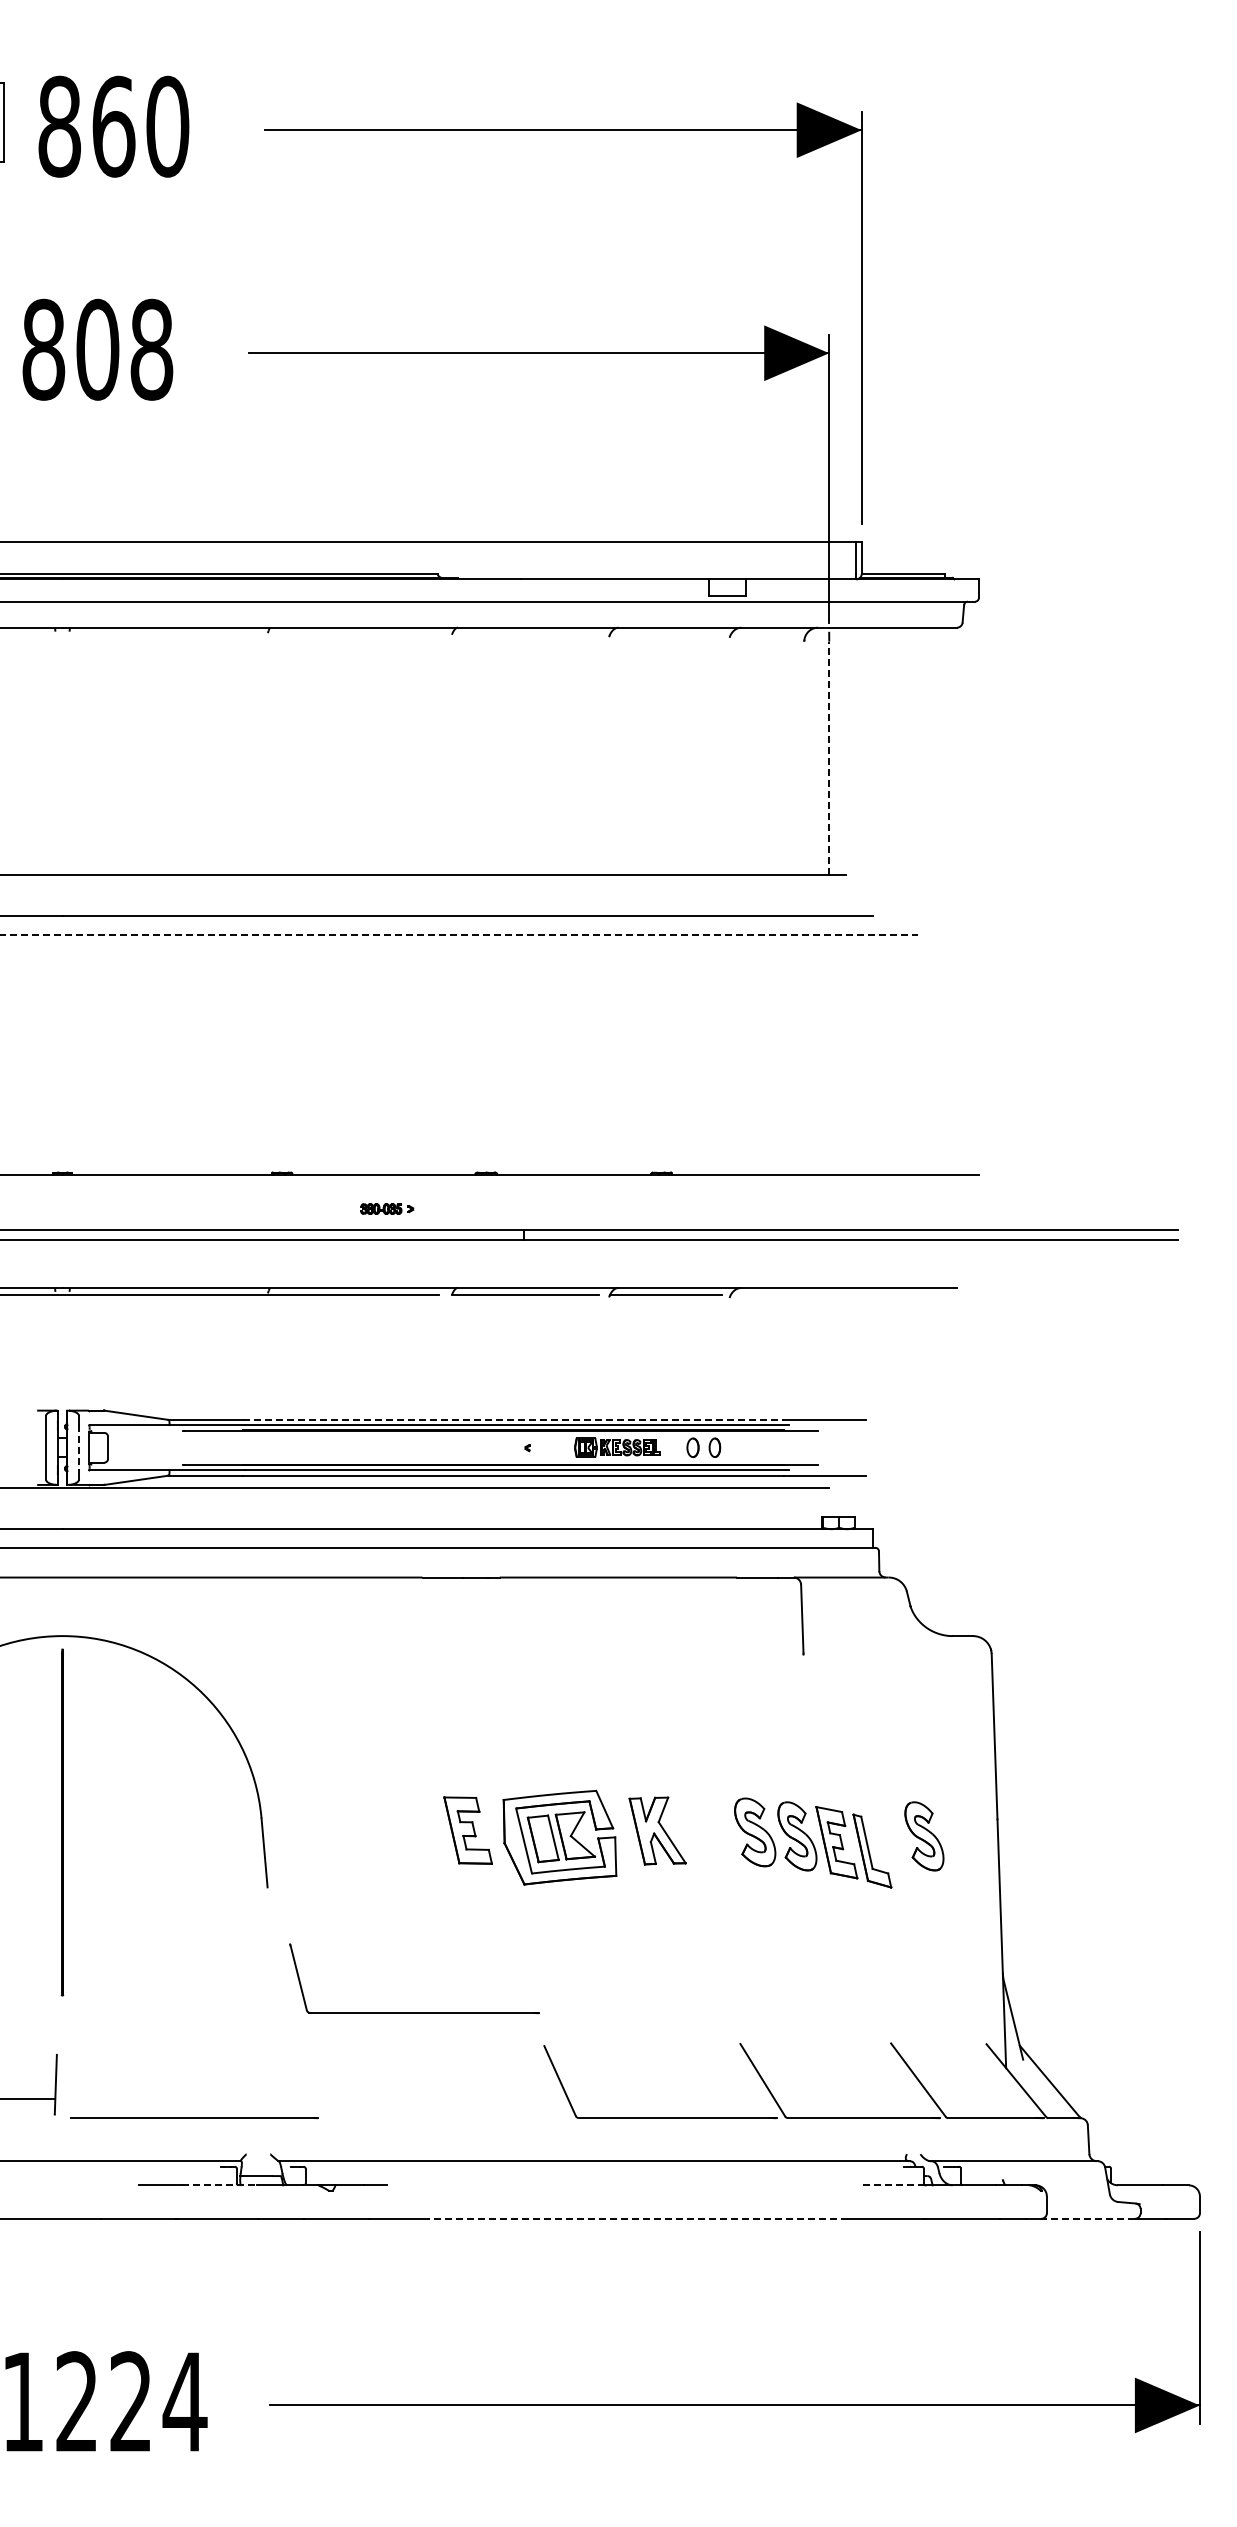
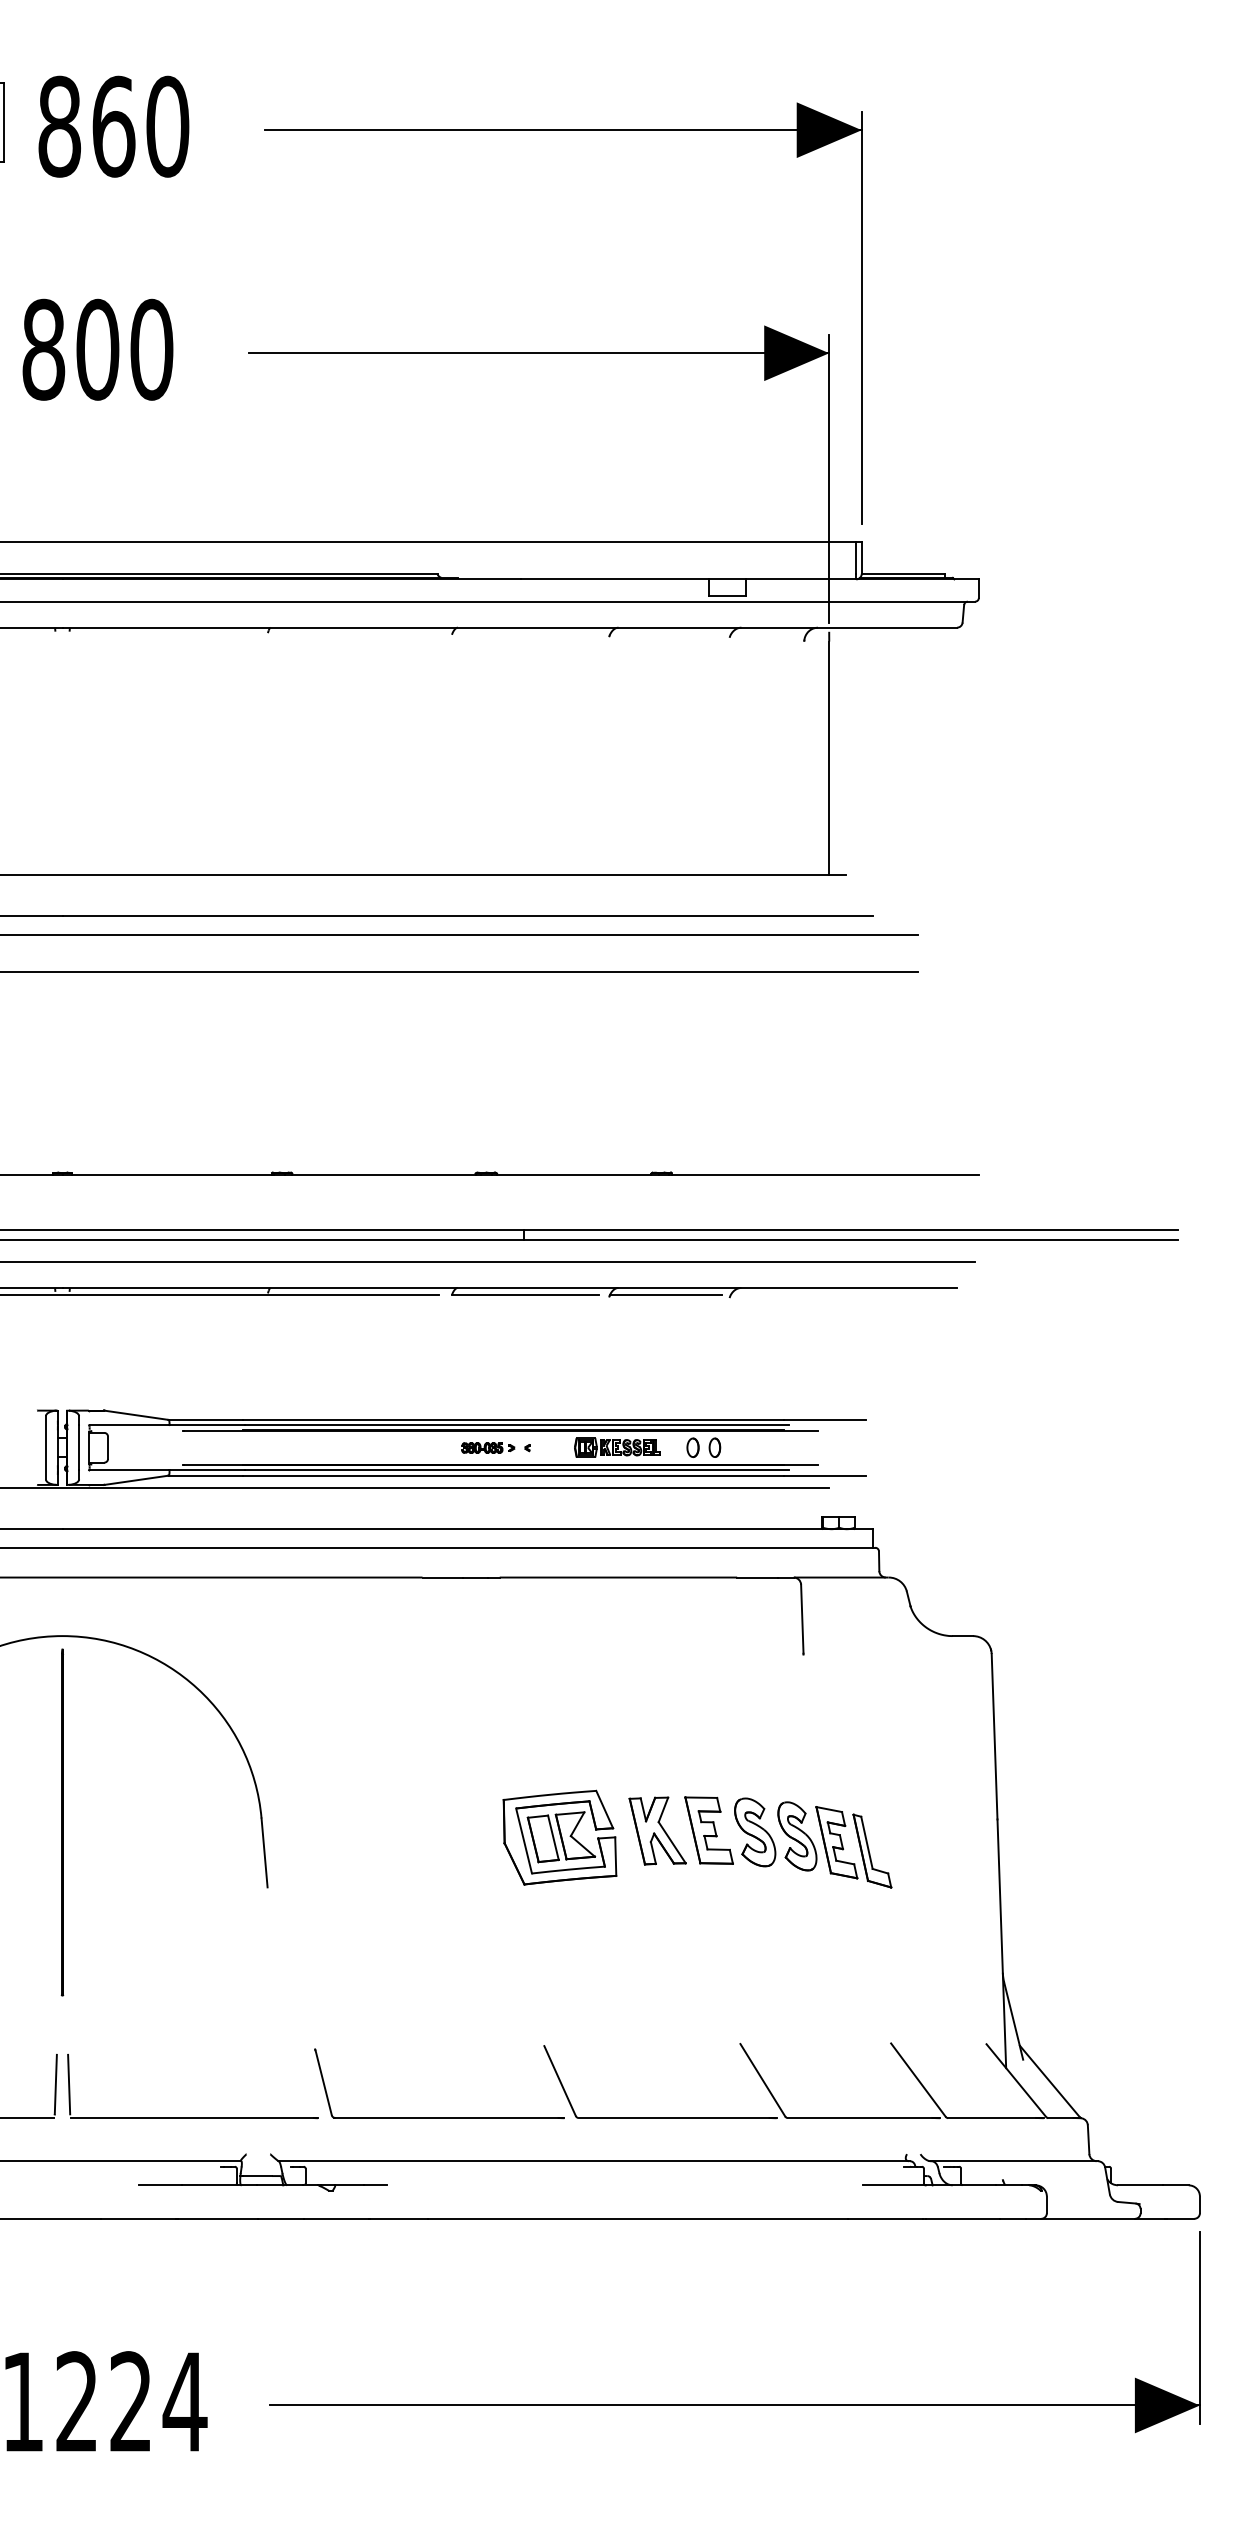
text at (151, 349): 808 -> 800
line at (829, 758): dashed -> solid
line at (458, 934): dashed -> solid
line at (459, 971): none -> present
part at (387, 1208) position: (387, 1208) -> (488, 1447)
line at (488, 1261): none -> present
line at (514, 1419): dashed -> solid
line at (79, 1448): dashed -> solid
part at (467, 1830) position: (467, 1830) -> (708, 1830)
part at (924, 1836): present -> none
part at (414, 2012) position: (414, 2012) -> (439, 2117)
line at (69, 2084): none -> present
line at (28, 2099) position: (28, 2099) -> (28, 2118)
line at (220, 2185): dashed -> solid
line at (894, 2185): dashed -> solid
line at (637, 2218): dashed -> solid
line at (1088, 2218): dashed -> solid
